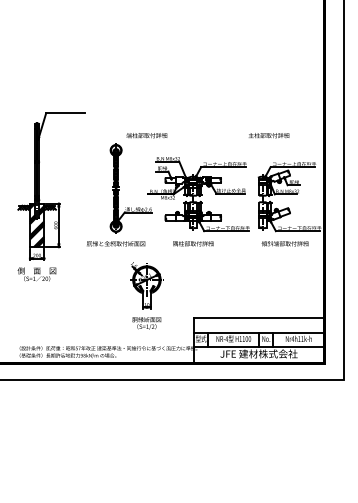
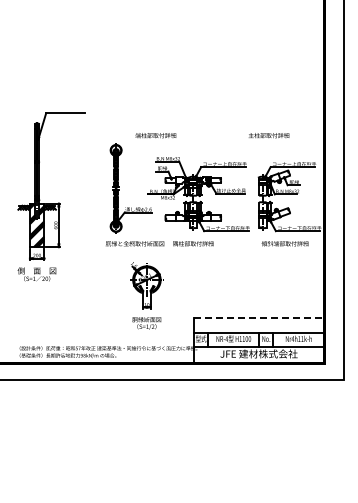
text at (146, 135) position: (146, 135) -> (155, 135)
text at (116, 243) position: (116, 243) -> (135, 243)
line at (259, 318): solid -> dashed
